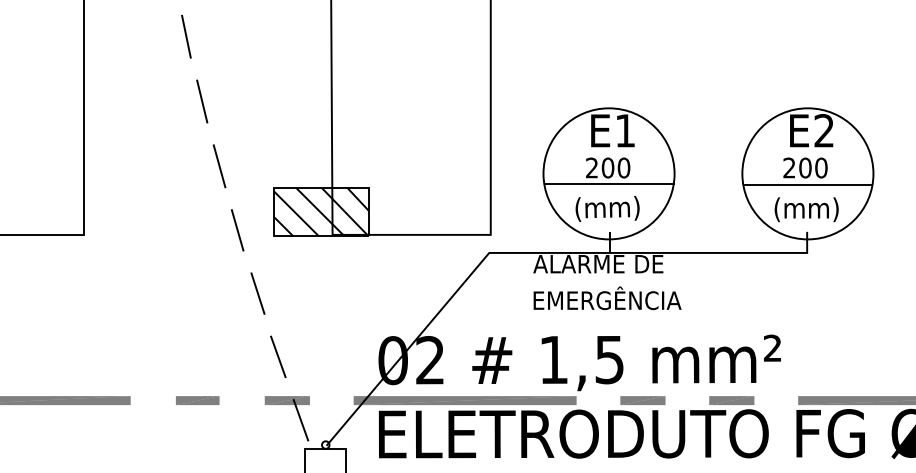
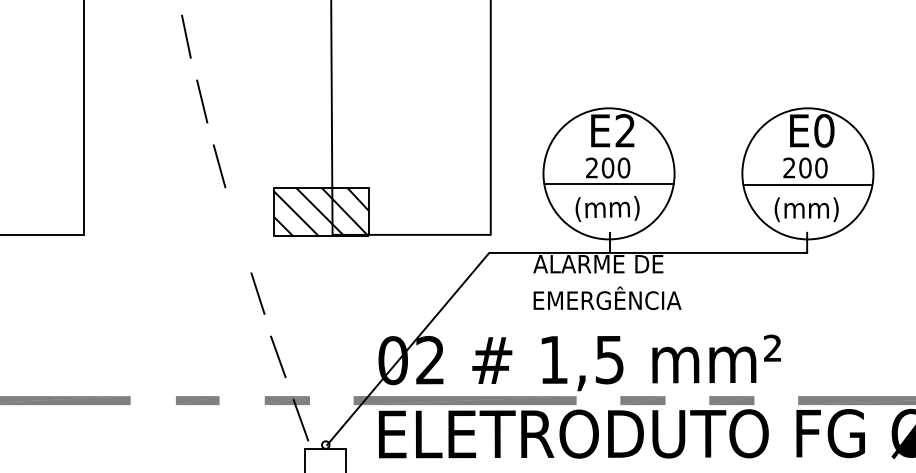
text at (624, 130): E1 -> E2
text at (824, 130): E2 -> E0
line at (237, 230): present -> none
